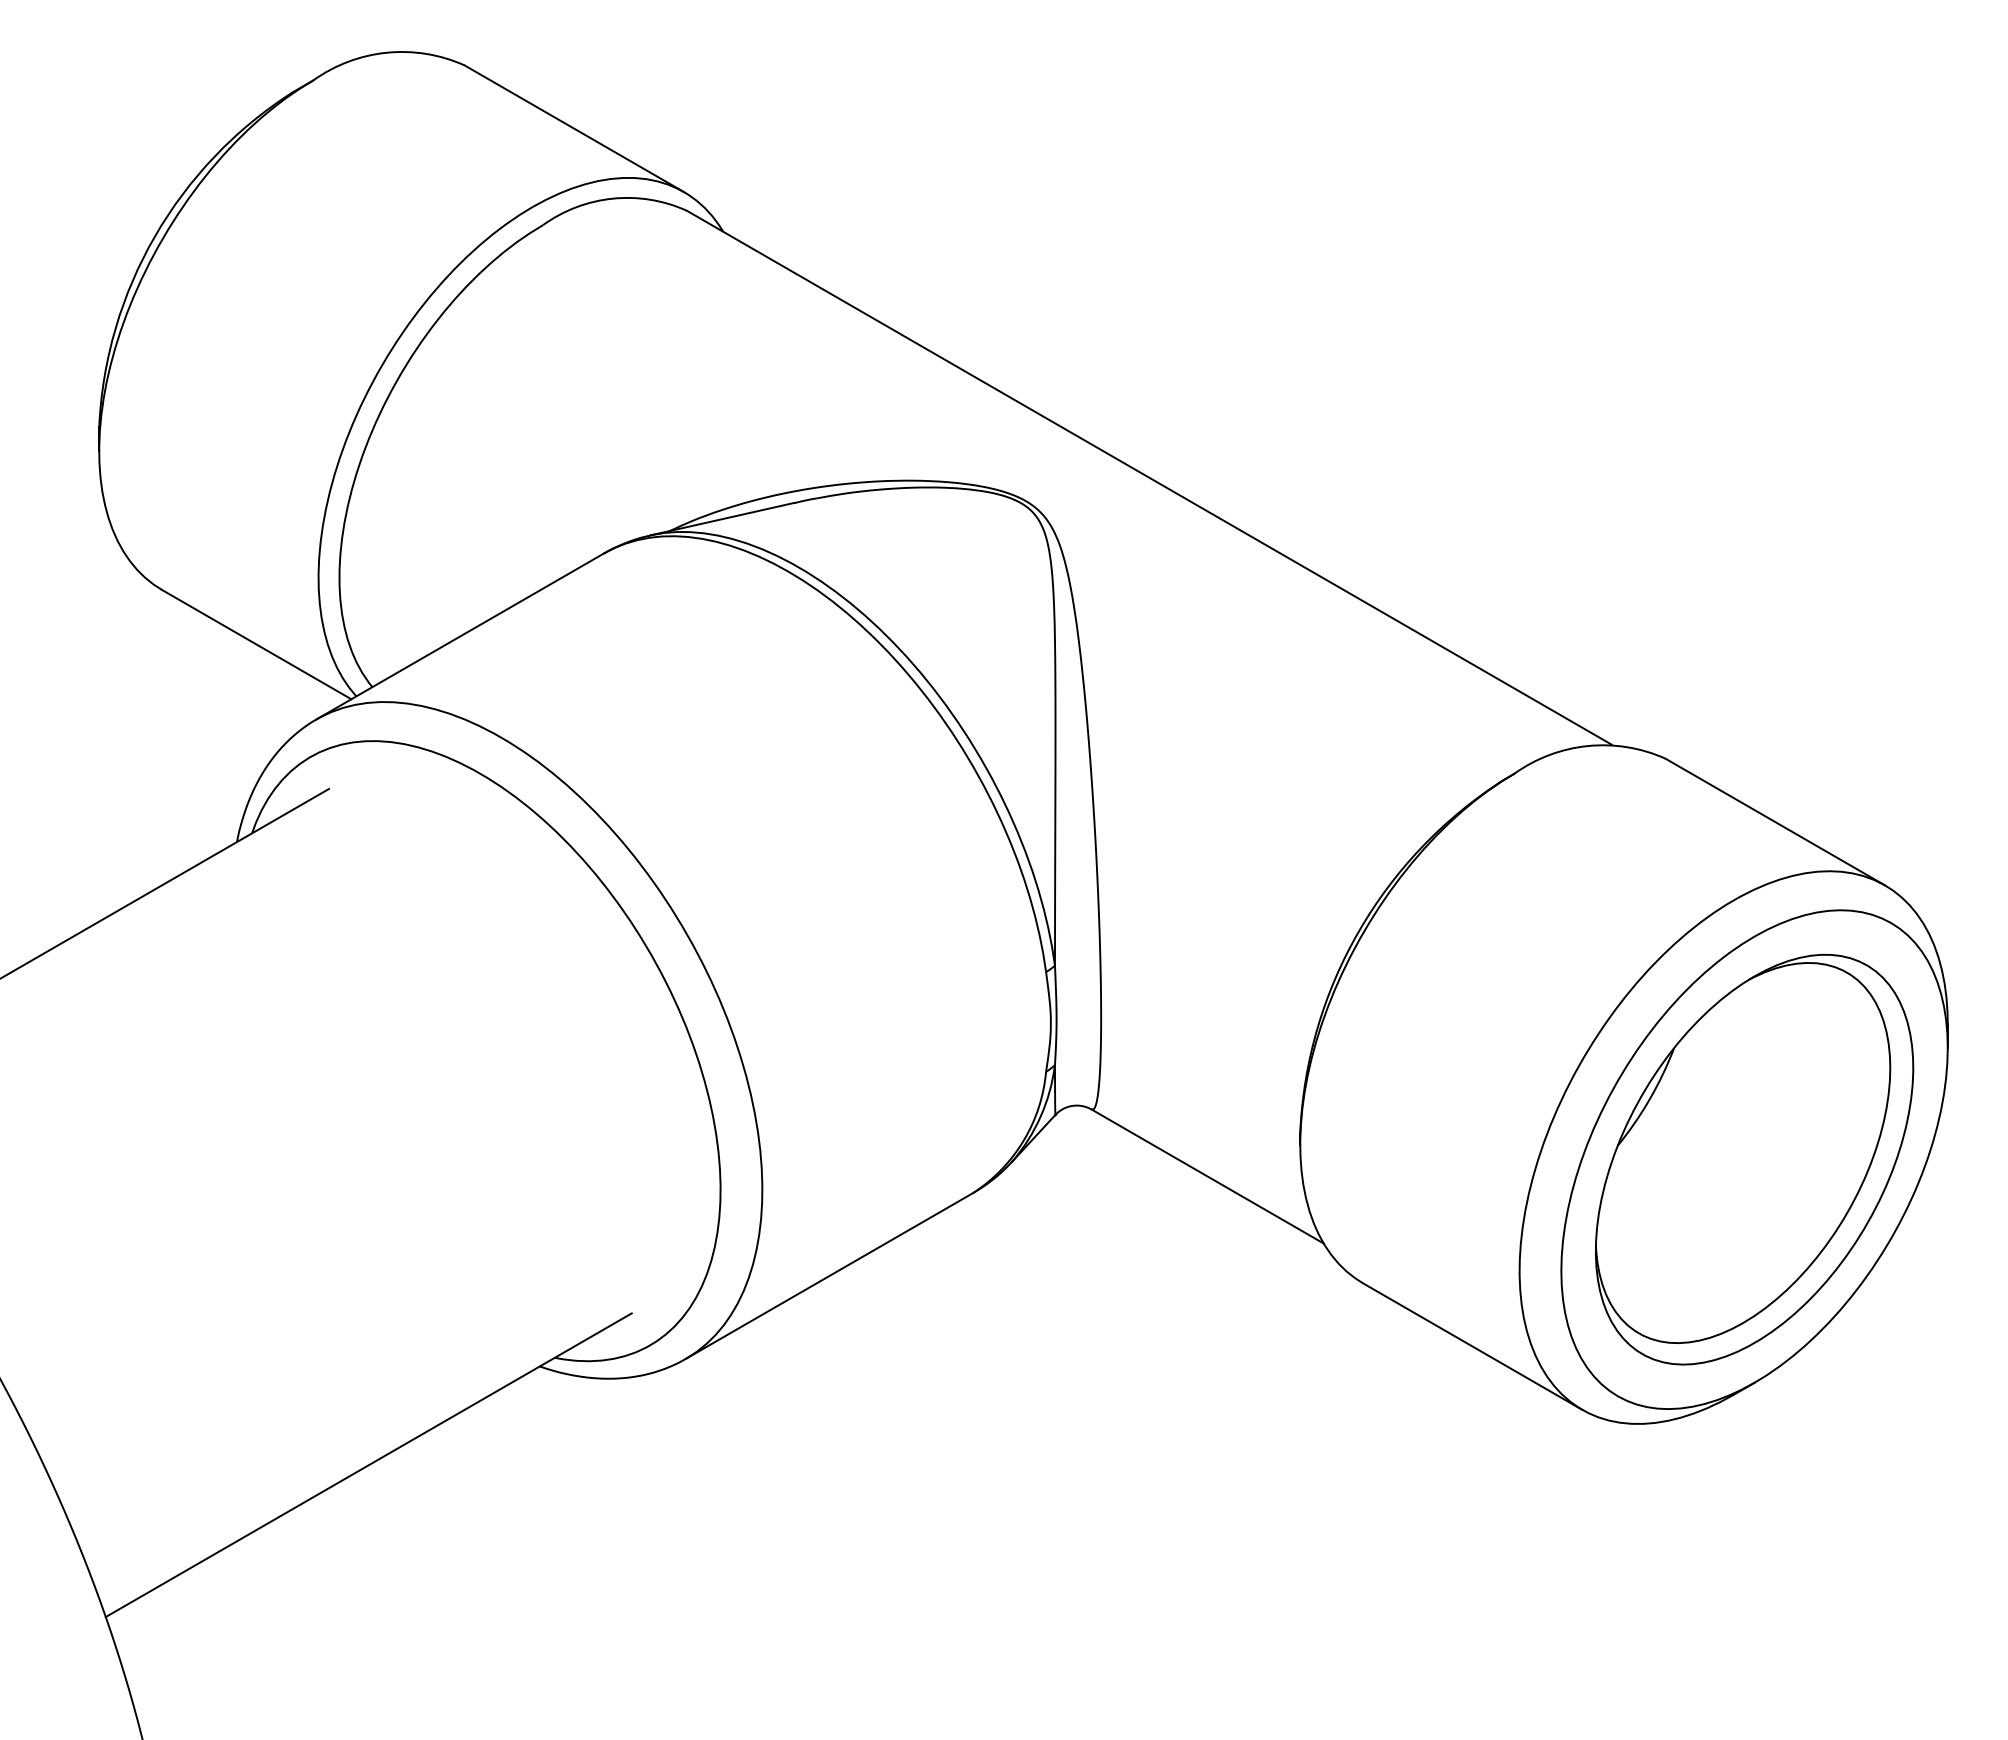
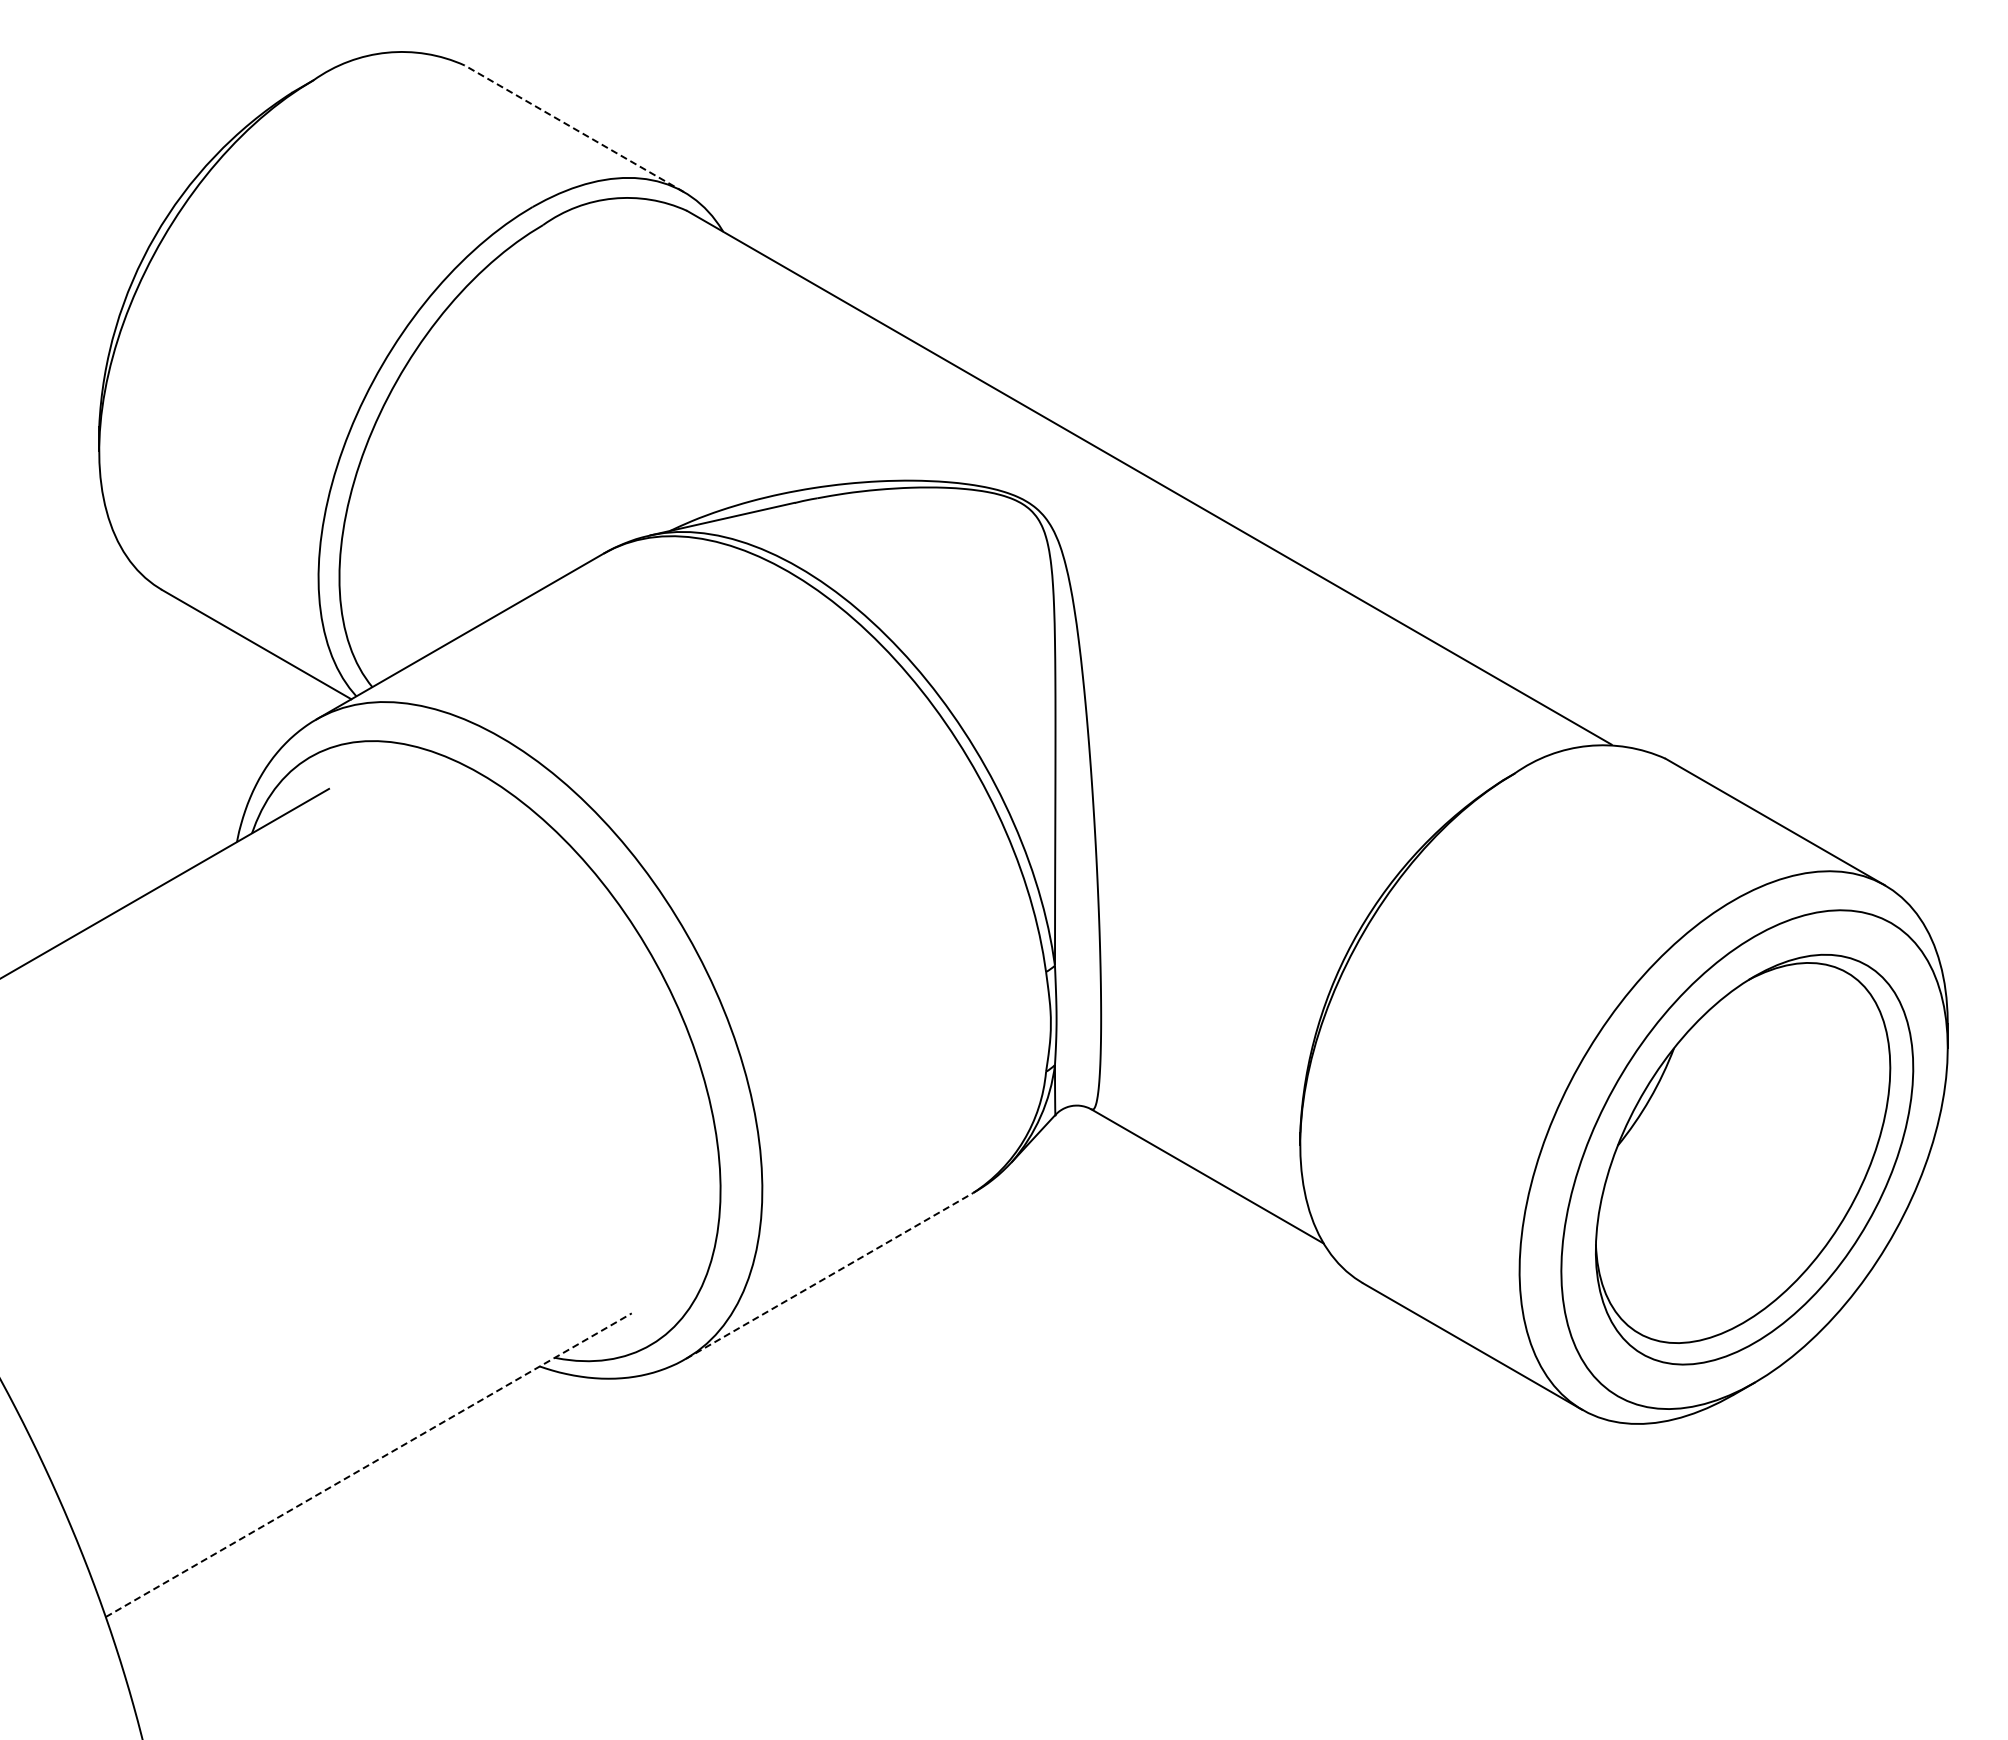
line at (574, 128): solid -> dashed
line at (829, 1275): solid -> dashed
line at (368, 1465): solid -> dashed
